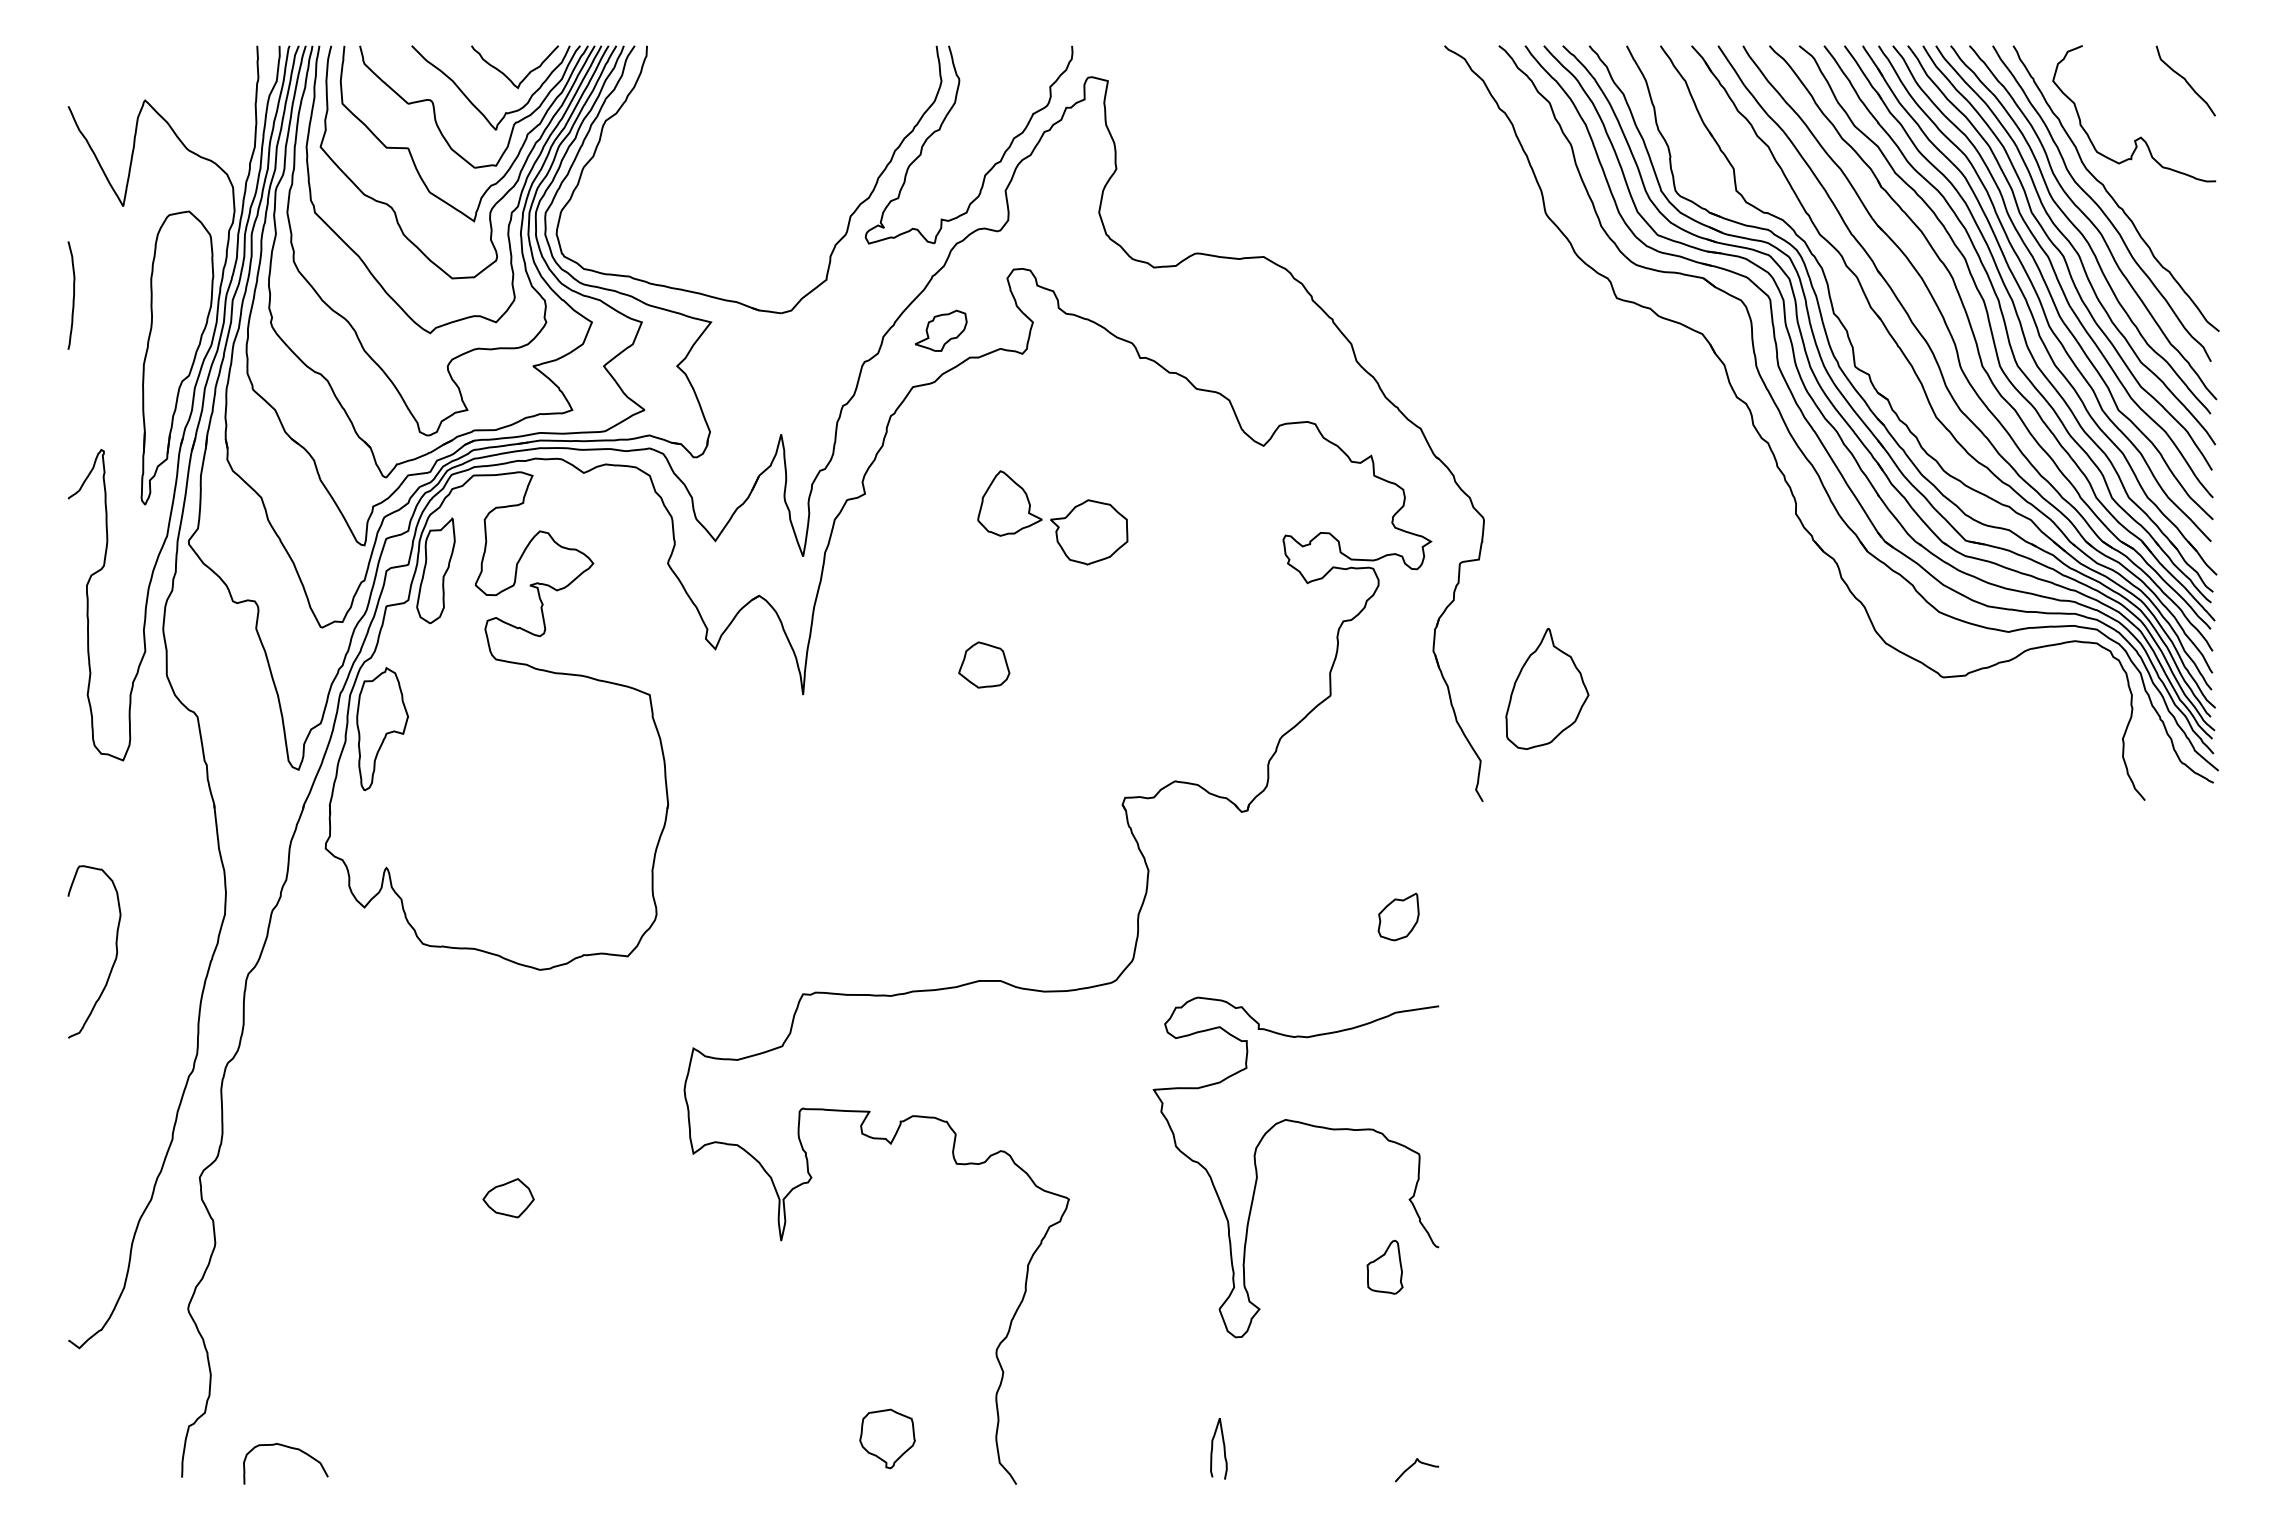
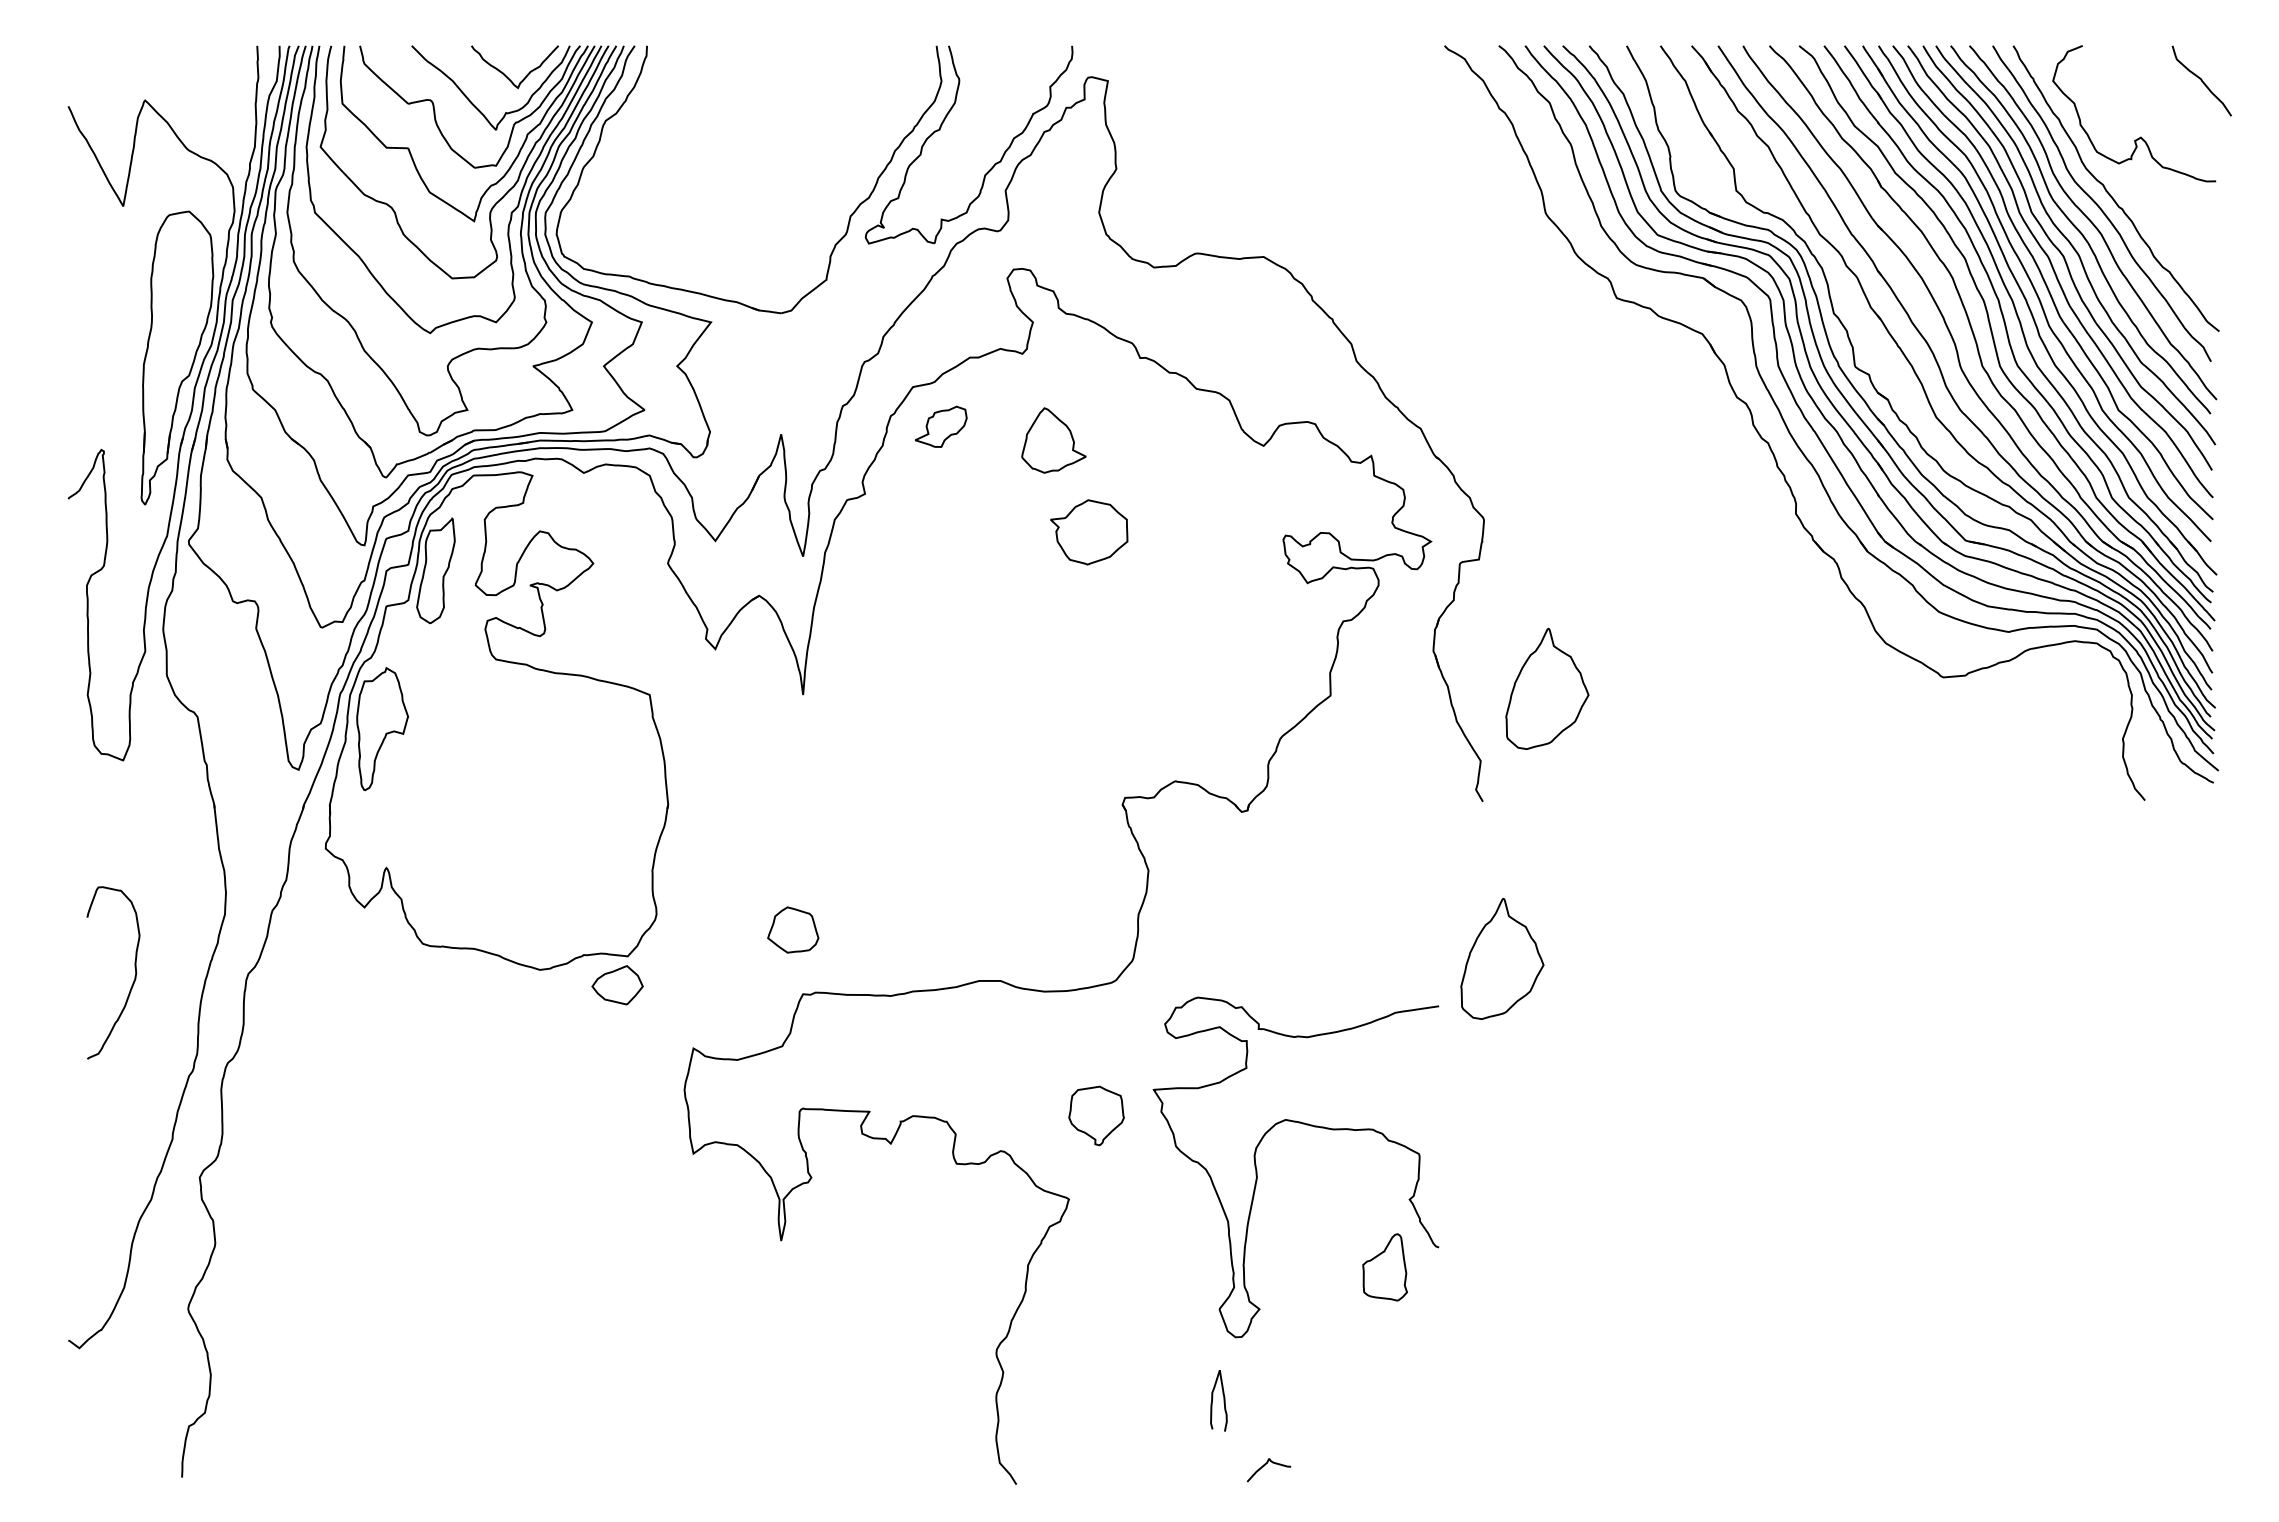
curve at (2185, 80) position: (2185, 80) -> (2201, 80)
curve at (73, 295): present -> none
part at (941, 330) position: (941, 330) -> (941, 426)
part at (1009, 503) position: (1009, 503) -> (1053, 440)
part at (984, 664) position: (984, 664) -> (793, 929)
part at (1398, 916): present -> none
curve at (115, 955) position: (115, 955) -> (134, 976)
part at (1502, 958): none -> present
part at (508, 1198) position: (508, 1198) -> (617, 985)
part at (1384, 1266) size: 38x56 px -> 46x69 px
part at (887, 1438) position: (887, 1438) -> (1096, 1115)
curve at (289, 1448): present -> none
curve at (1223, 1448) position: (1223, 1448) -> (1223, 1400)
curve at (1412, 1466) position: (1412, 1466) -> (1264, 1466)
